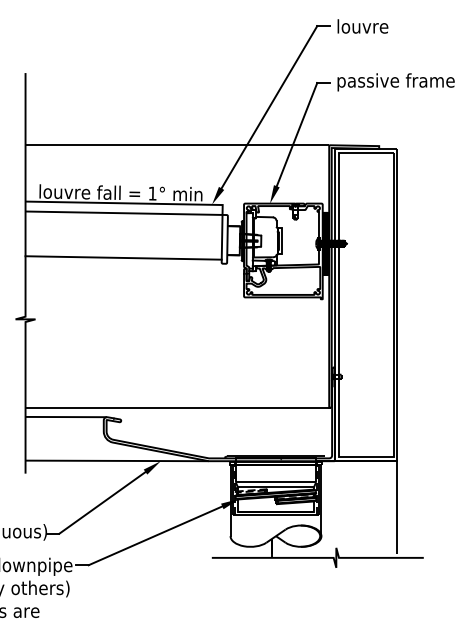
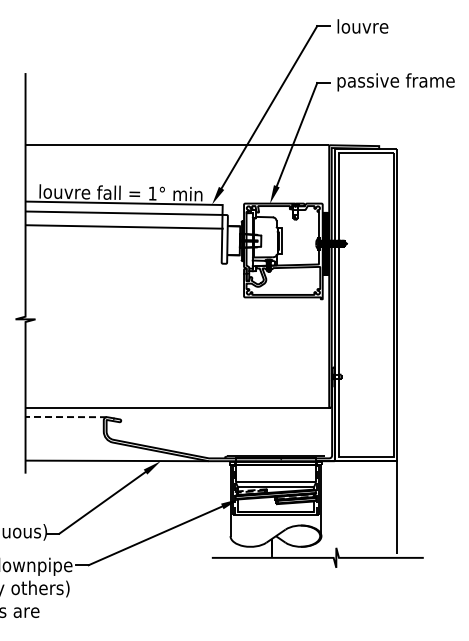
line at (123, 257) position: (123, 257) -> (124, 226)
line at (66, 417): solid -> dashed
